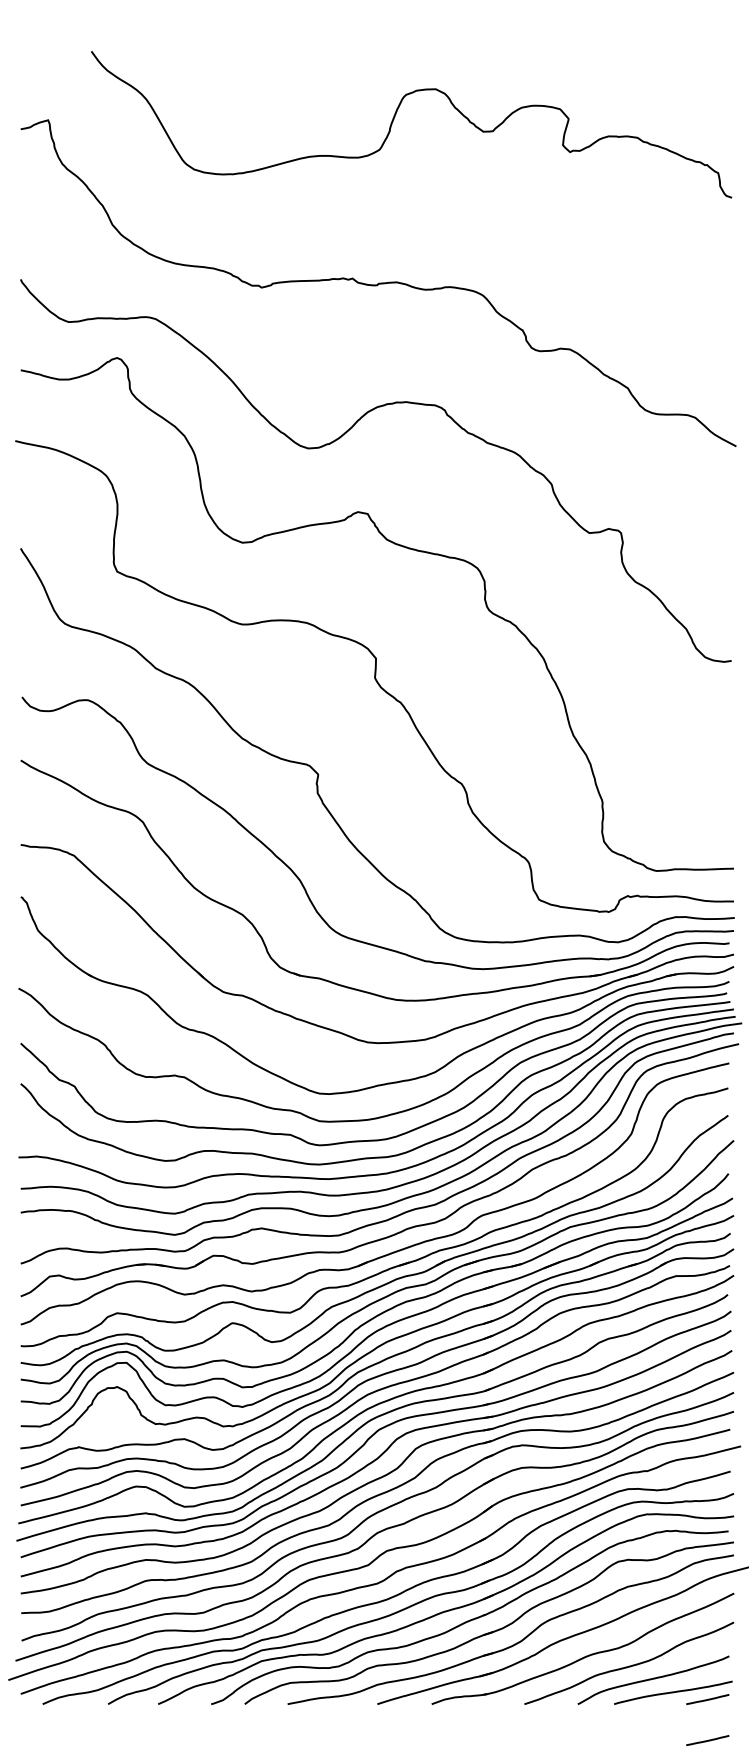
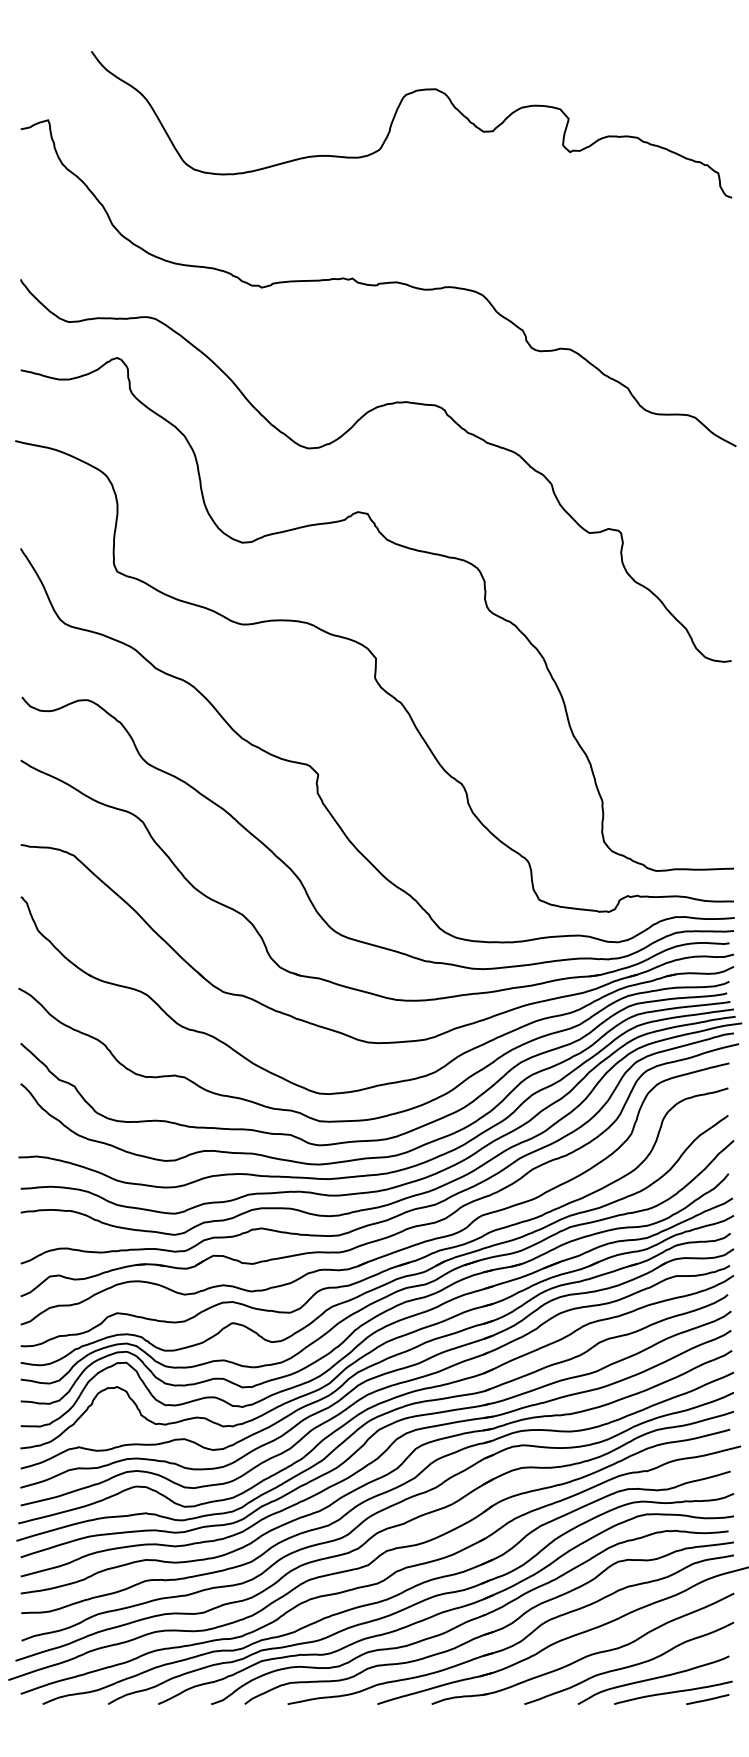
line at (707, 1740): present -> none
